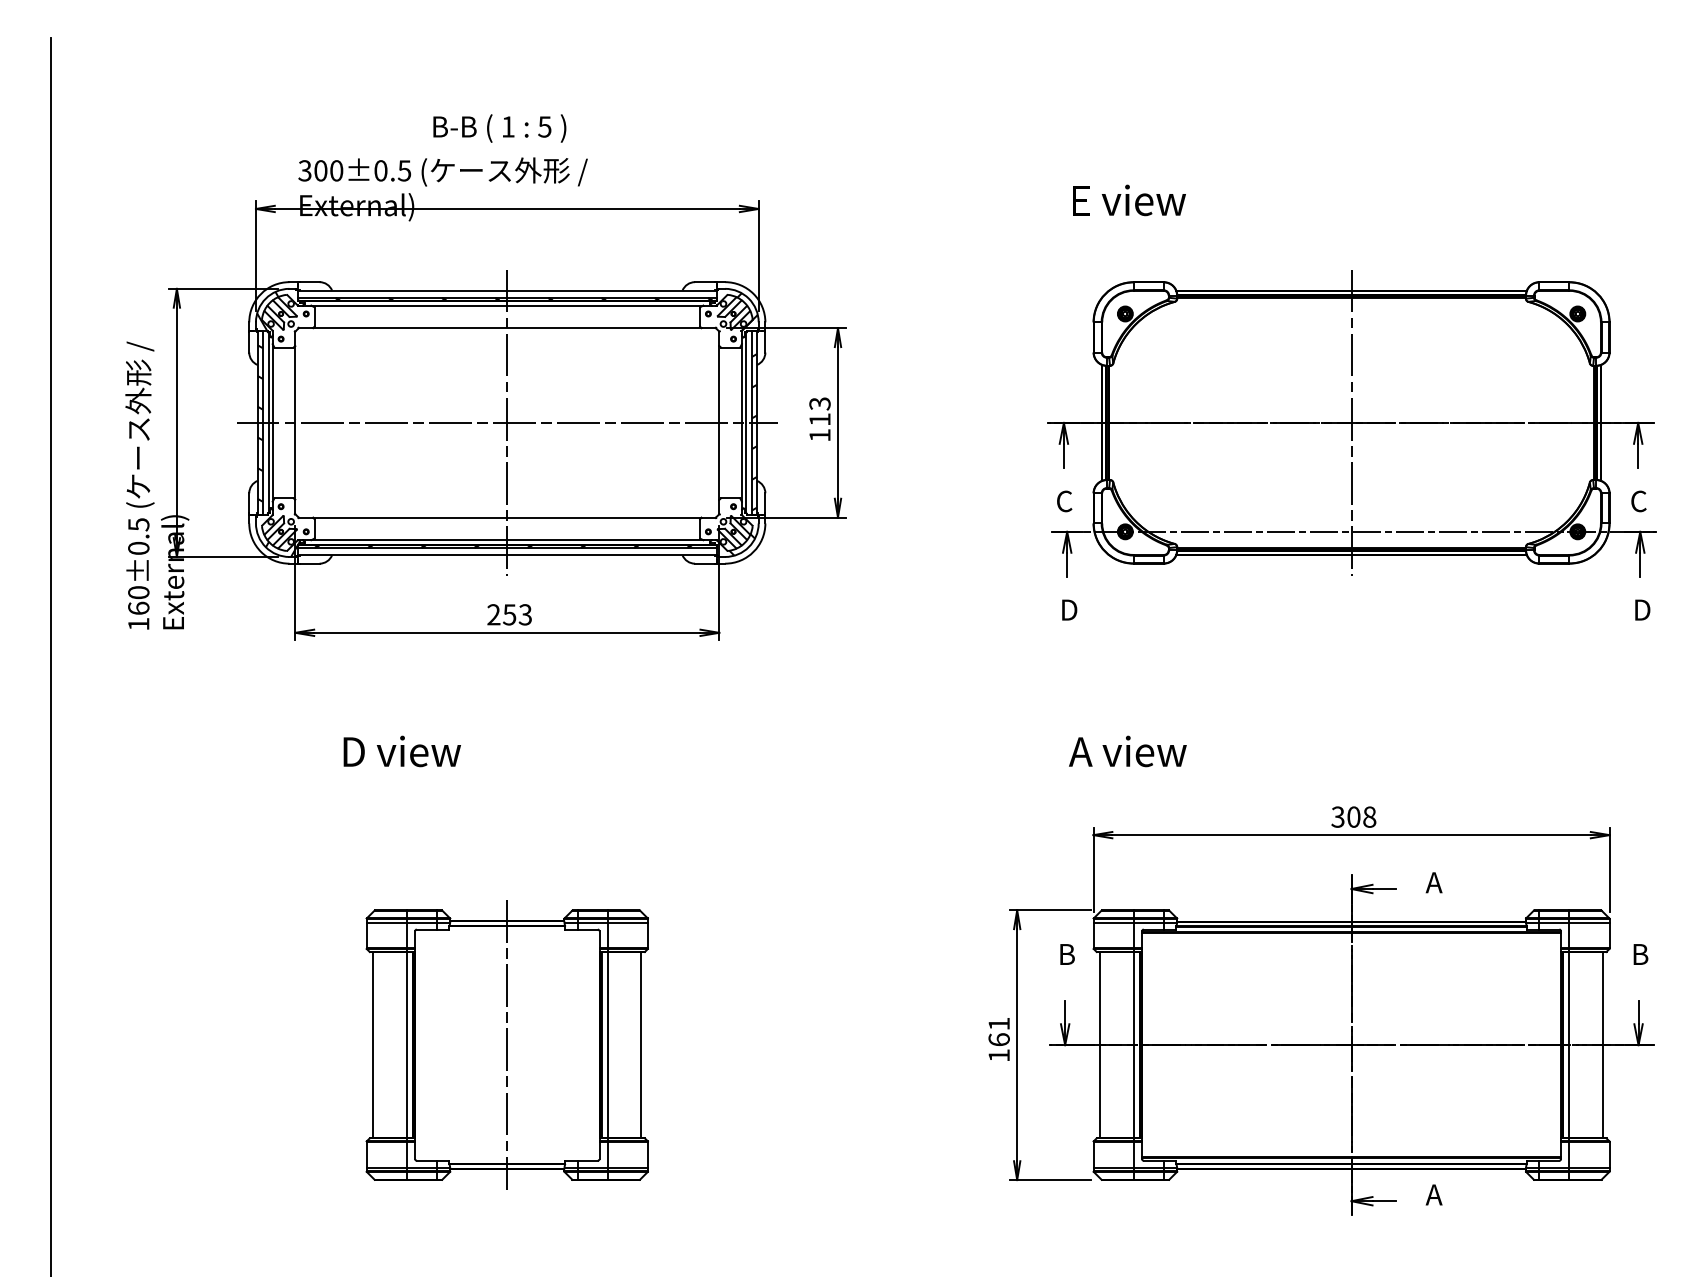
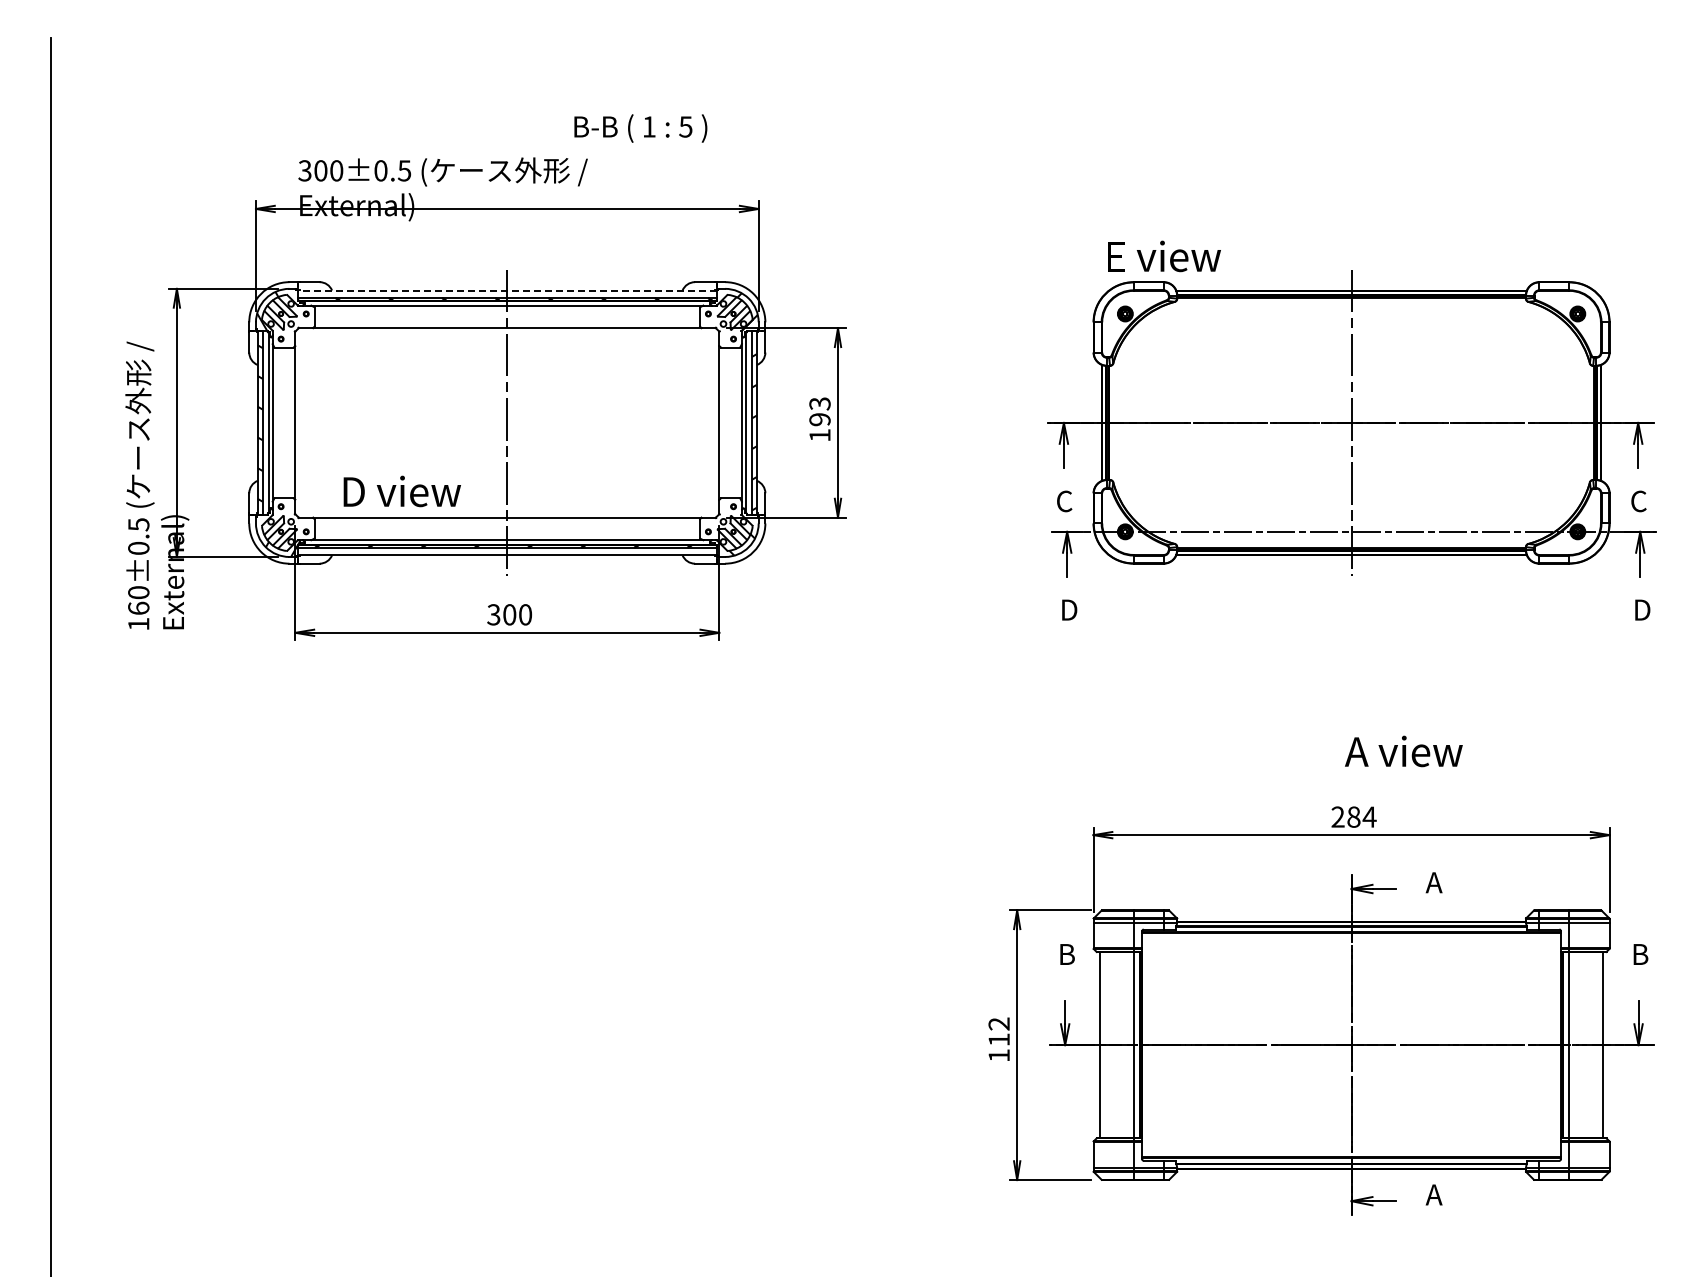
text at (499, 128) position: (499, 128) -> (640, 128)
text at (1129, 200) position: (1129, 200) -> (1164, 256)
line at (506, 290): solid -> dashed
text at (819, 419): 113 -> 193
line at (506, 422): present -> none
text at (509, 614): 253 -> 300
text at (401, 751) position: (401, 751) -> (401, 491)
text at (1127, 751) position: (1127, 751) -> (1403, 751)
text at (1353, 816): 308 -> 284
text at (998, 1031): 161 -> 112
part at (506, 1044): present -> none
